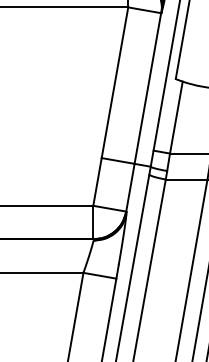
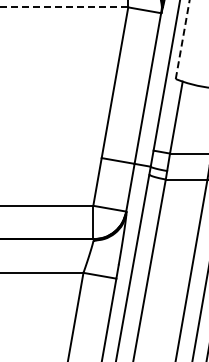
line at (64, 7): solid -> dashed
line at (182, 39): solid -> dashed
